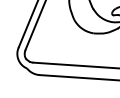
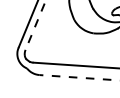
line at (35, 24): solid -> dashed
line at (79, 77): solid -> dashed
